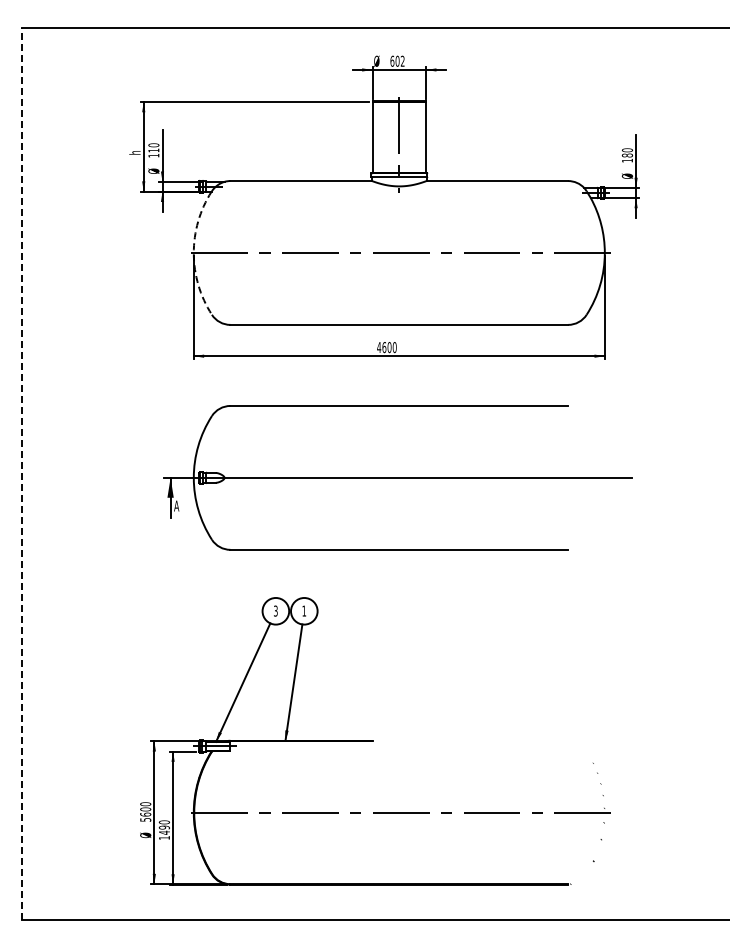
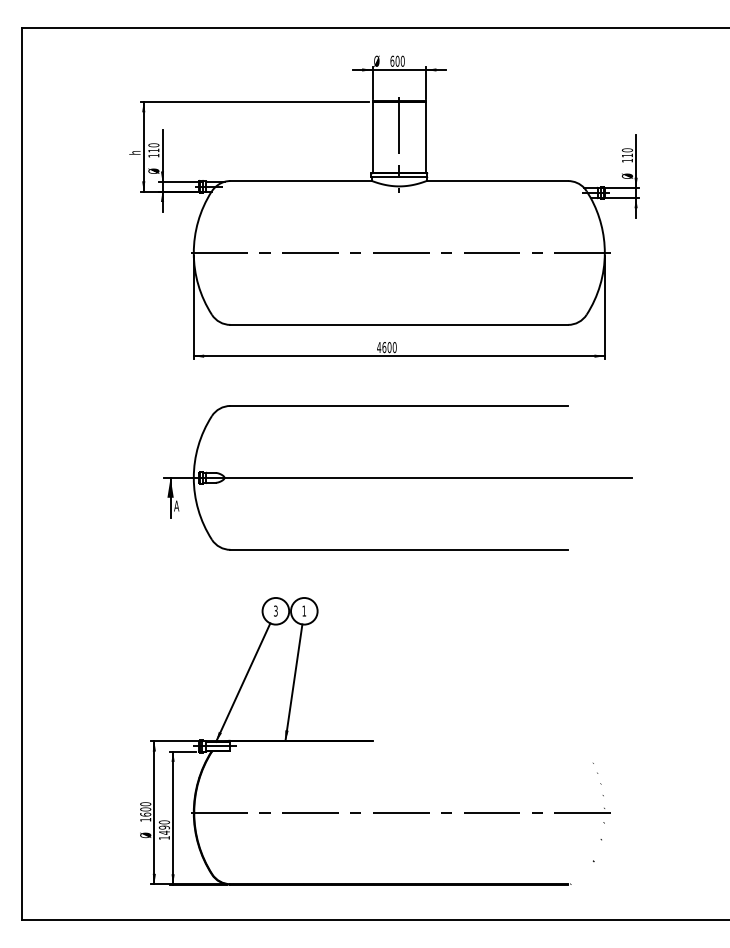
text at (402, 61): 602 -> 600
text at (627, 155): 180 -> 110
arc at (193, 253): dashed -> solid
line at (22, 473): dashed -> solid
text at (145, 819): 5600 -> 1600
